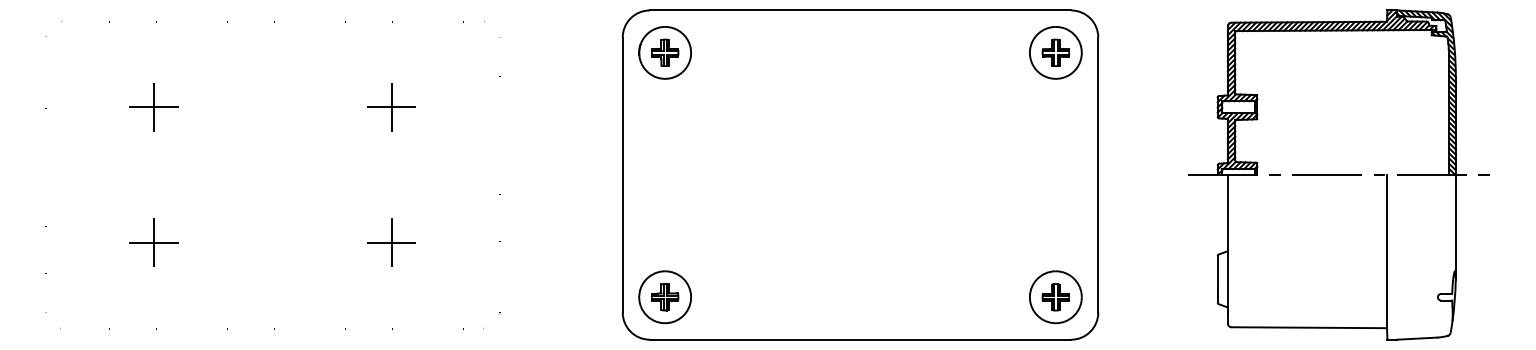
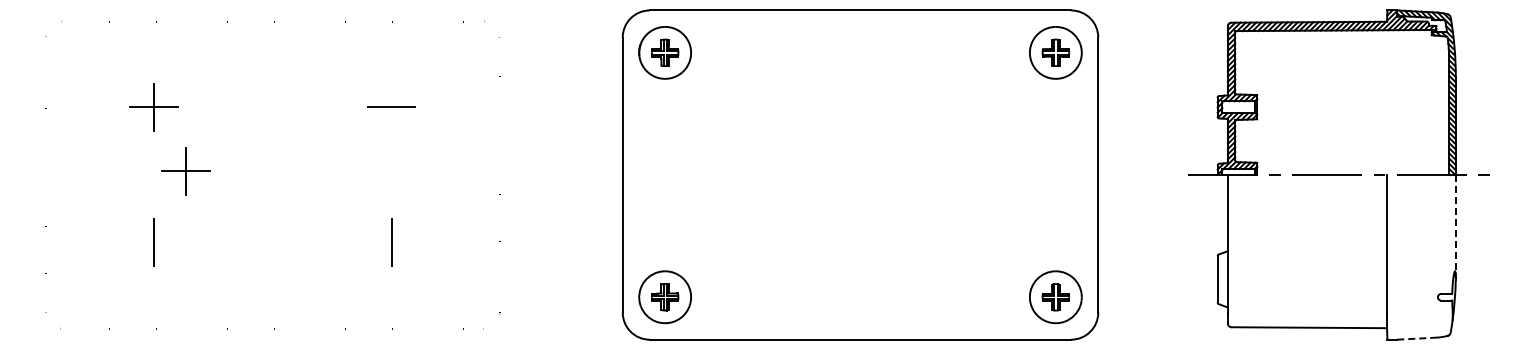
line at (391, 107): present -> none
part at (185, 171): none -> present
line at (1455, 224): solid -> dashed
line at (153, 242): present -> none
line at (391, 242): present -> none
line at (1417, 338): solid -> dashed
